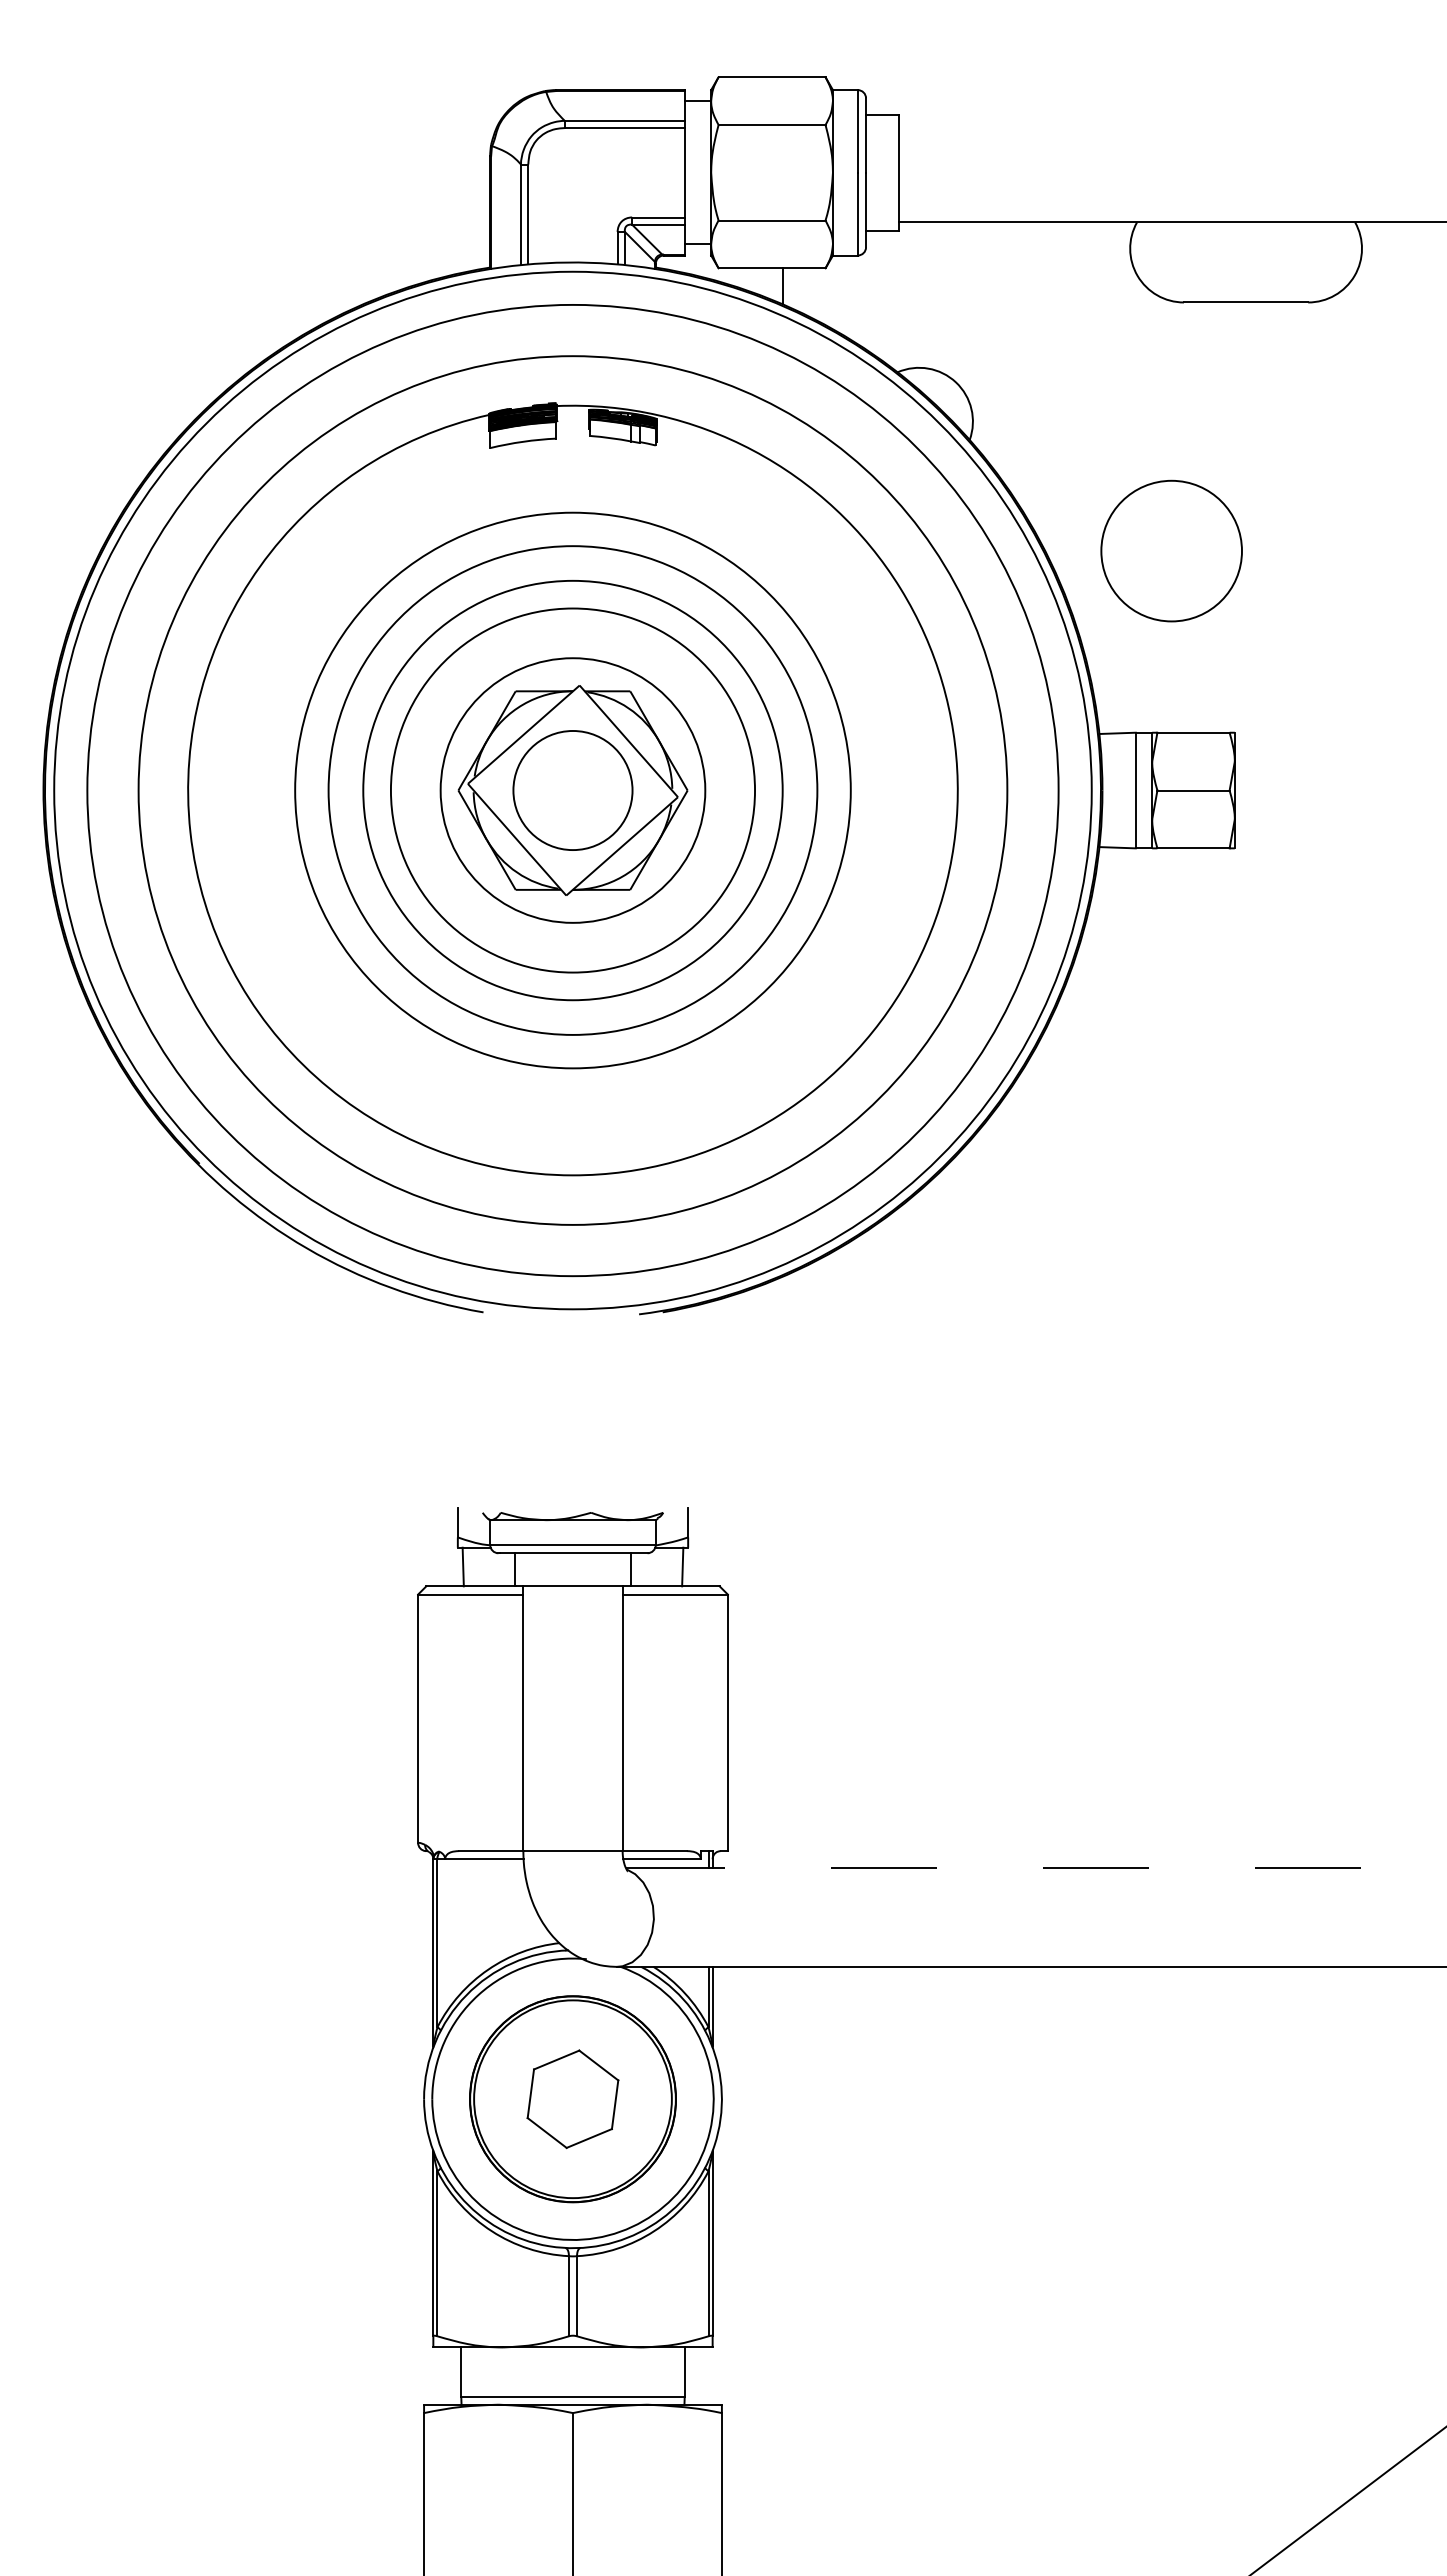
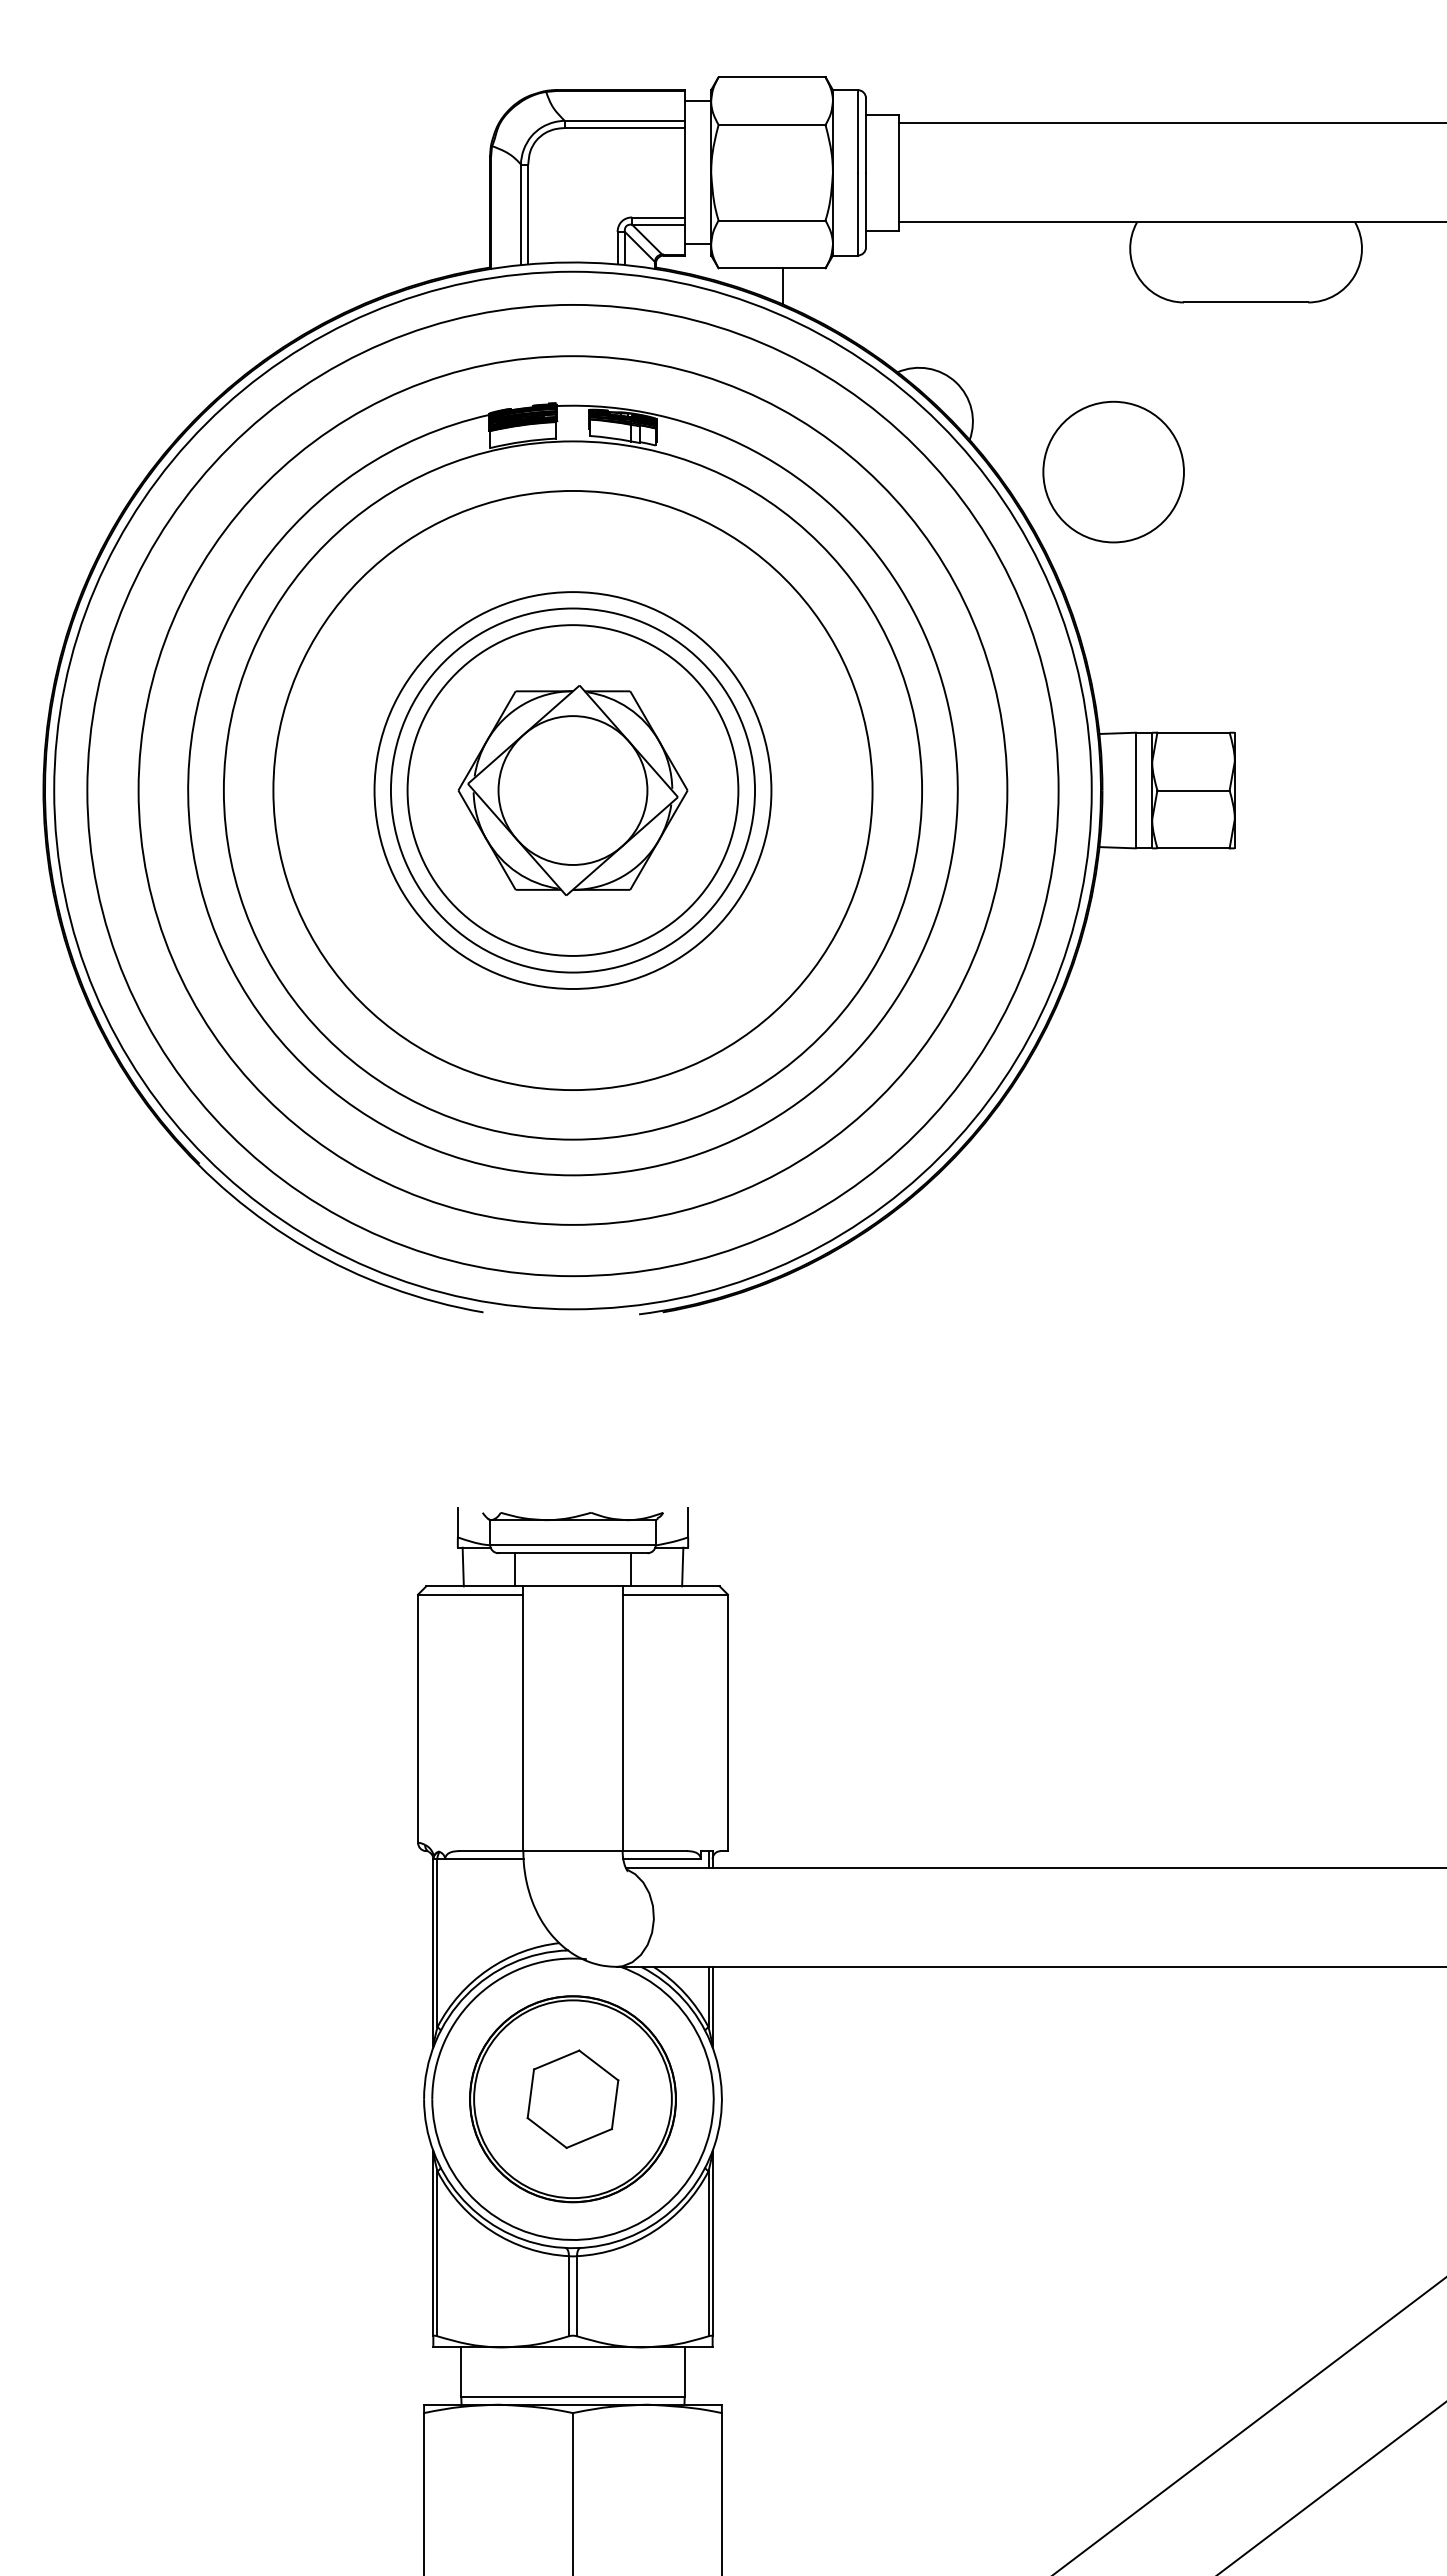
line at (1171, 123): none -> present
circle at (1171, 550) position: (1171, 550) -> (1113, 471)
circle at (572, 790) diameter: 119 px -> 149 px
circle at (572, 790) diameter: 265 px -> 331 px
circle at (572, 790) diameter: 419 px -> 599 px
circle at (572, 790) diameter: 489 px -> 698 px
circle at (572, 790) diameter: 556 px -> 397 px
line at (1035, 1867): dashed -> solid
line at (1249, 2425): none -> present
line at (1348, 2500) position: (1348, 2500) -> (1331, 2487)
